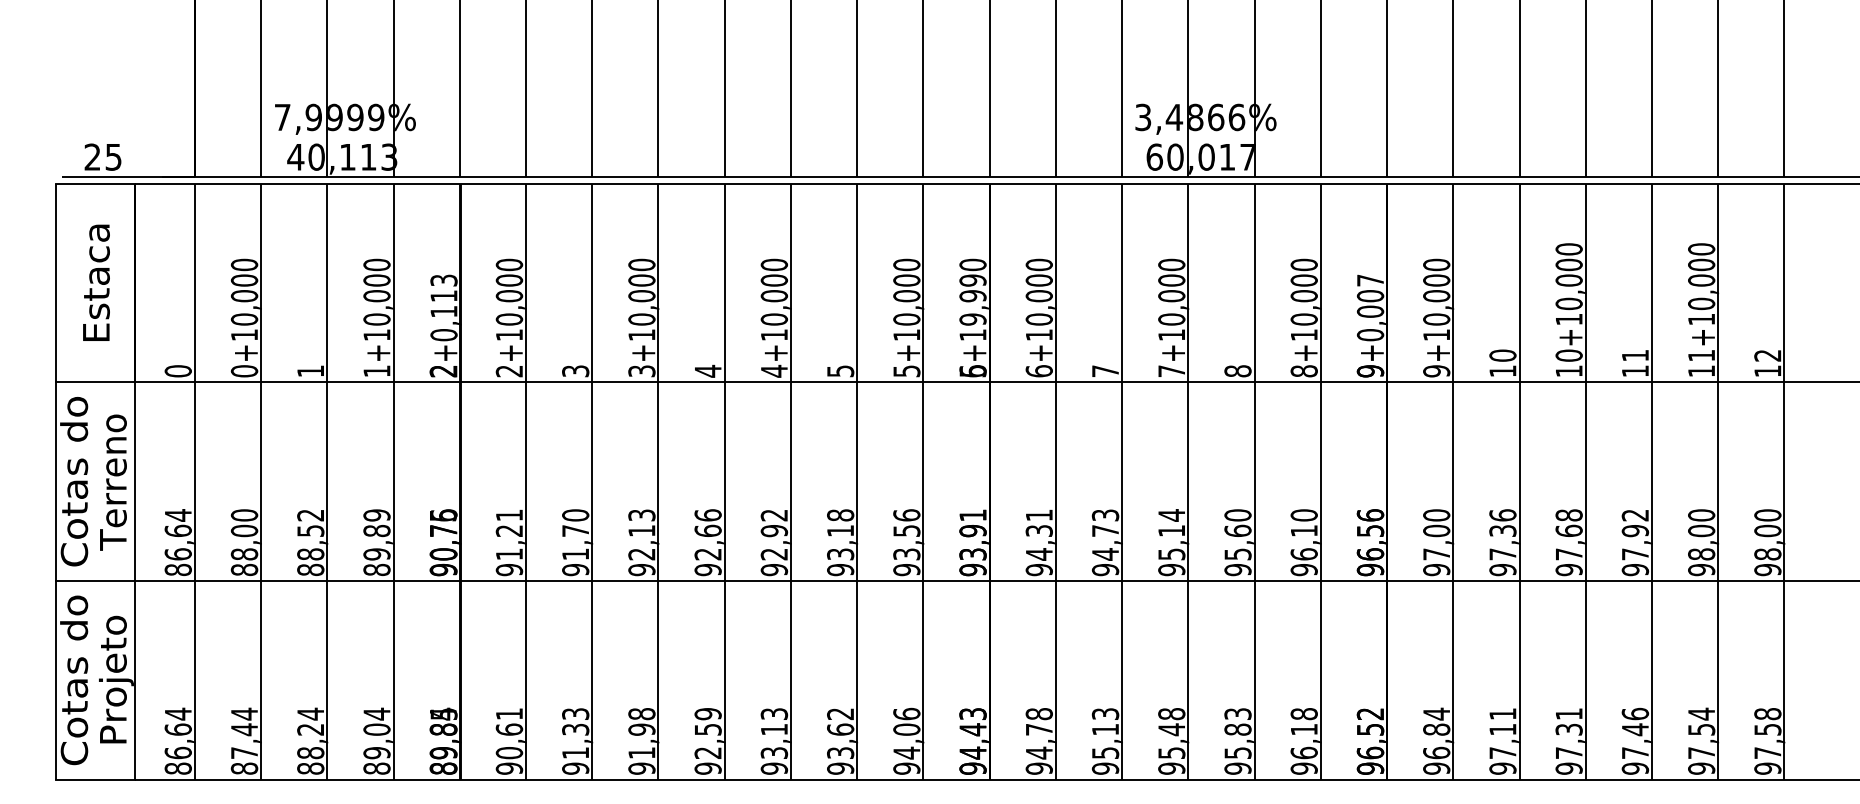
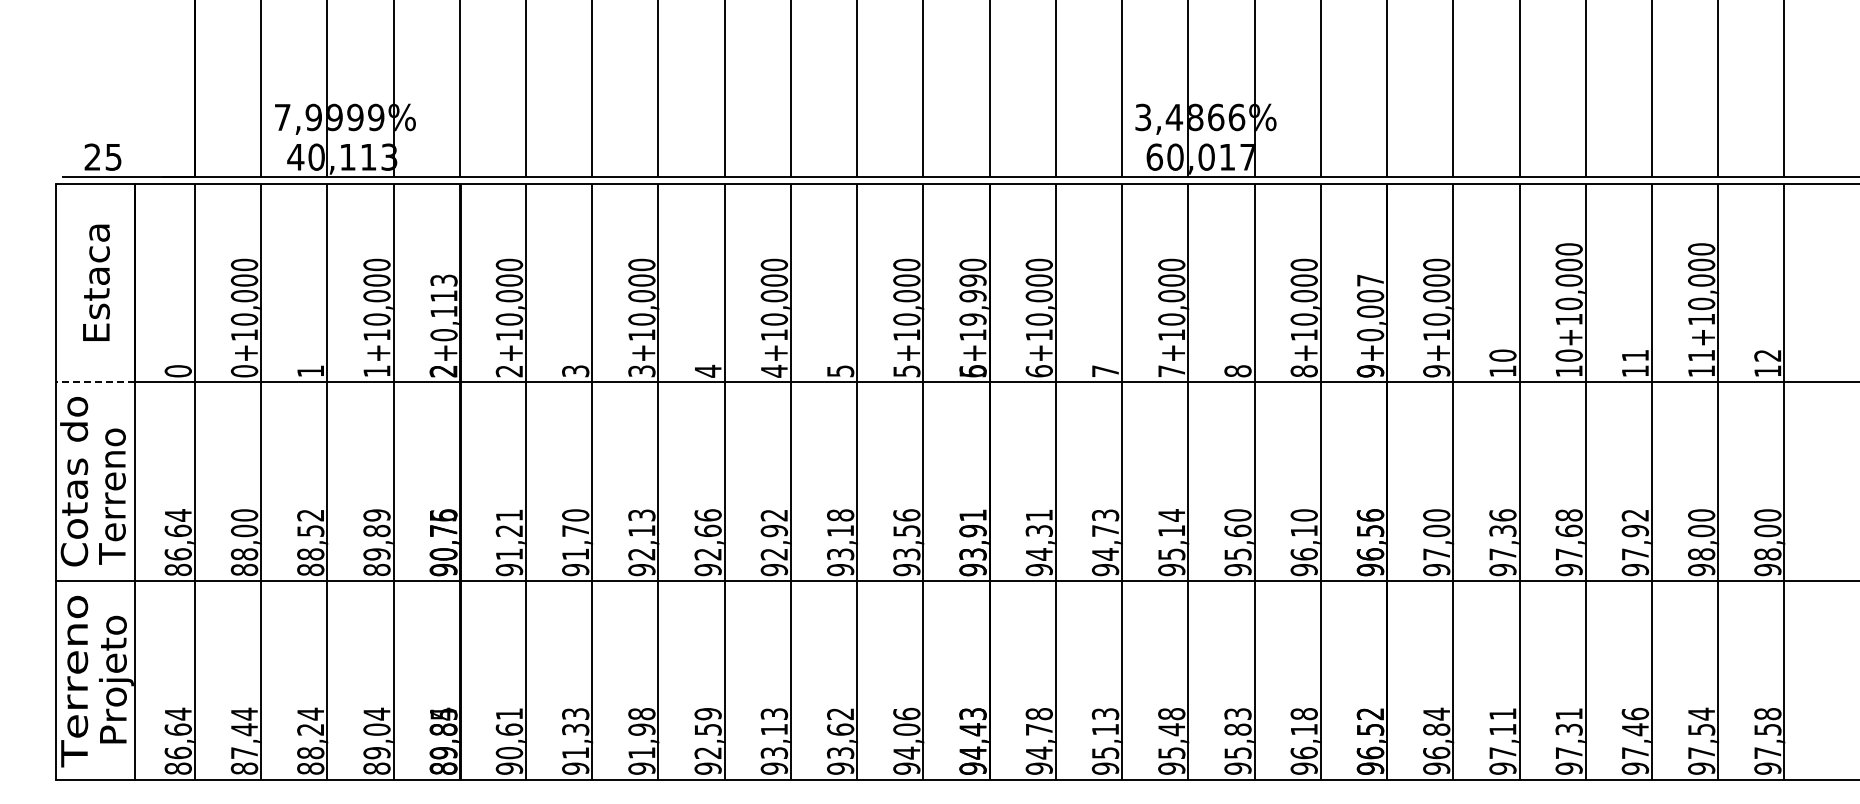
line at (95, 382): solid -> dashed
text at (113, 482) position: (113, 482) -> (112, 496)
text at (74, 681): Cotas do -> Terreno
